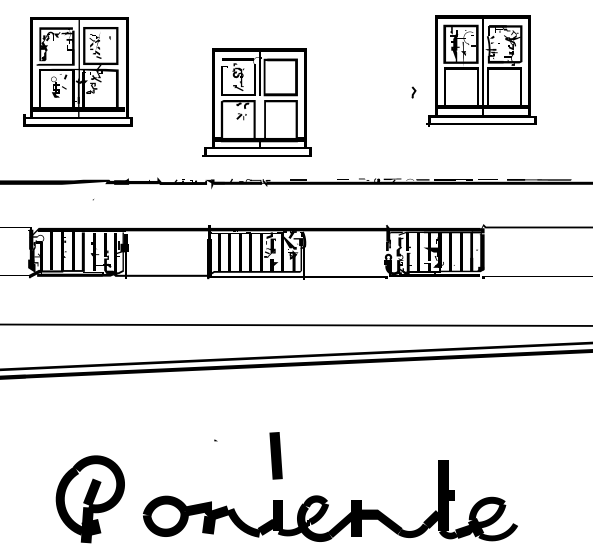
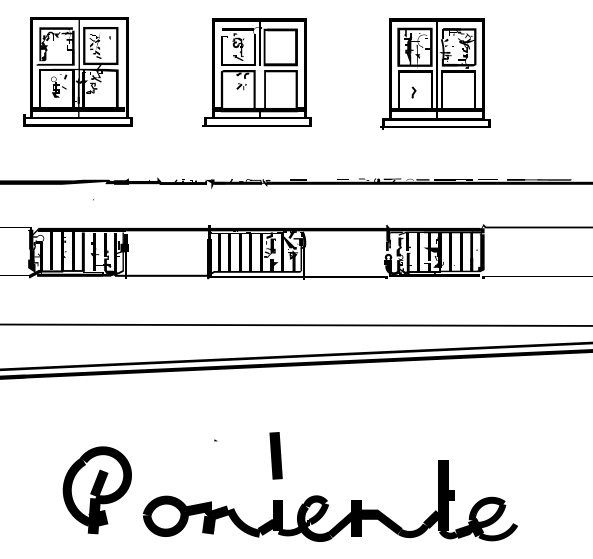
part at (481, 70) position: (481, 70) -> (435, 73)
part at (256, 102) position: (256, 102) -> (256, 72)
part at (89, 499) position: (89, 499) -> (96, 490)
